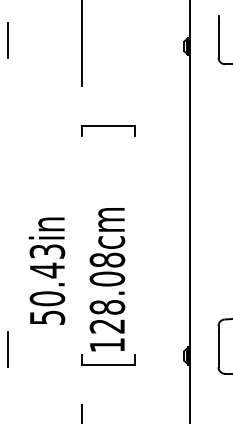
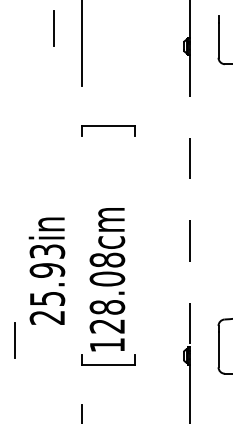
line at (7, 40) position: (7, 40) -> (53, 28)
line at (189, 201): solid -> dashed
text at (47, 293): 50.43in -> 25.93in
line at (7, 349) position: (7, 349) -> (14, 340)
